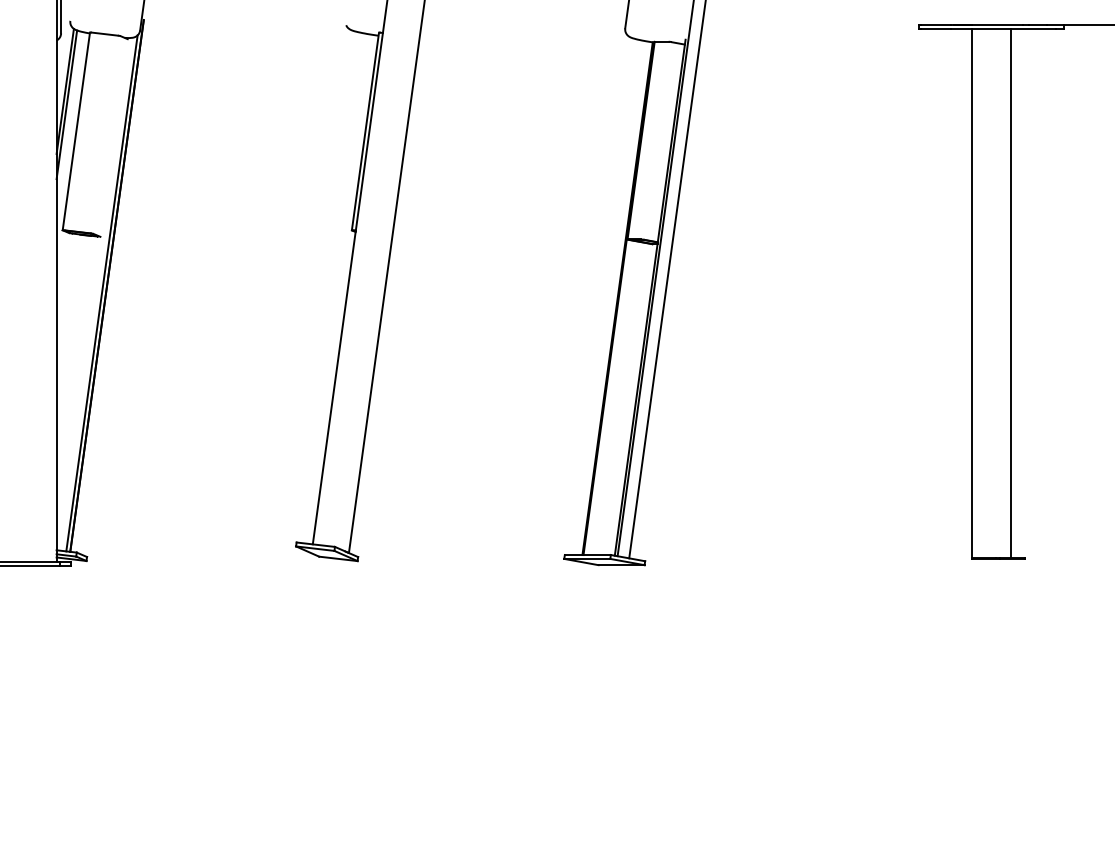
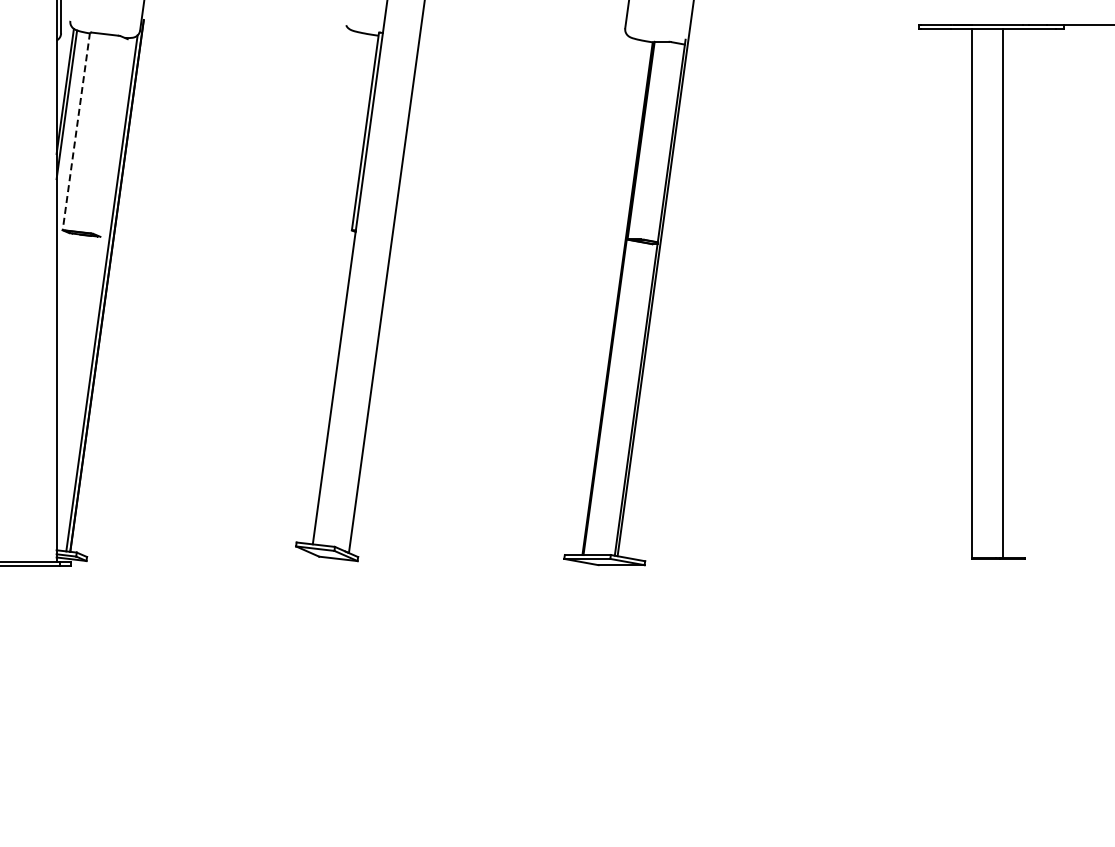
line at (76, 131): solid -> dashed
line at (667, 280): present -> none
line at (1010, 293) position: (1010, 293) -> (1002, 293)
